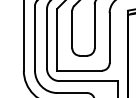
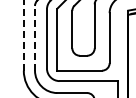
line at (23, 35): solid -> dashed
line at (35, 37): solid -> dashed
